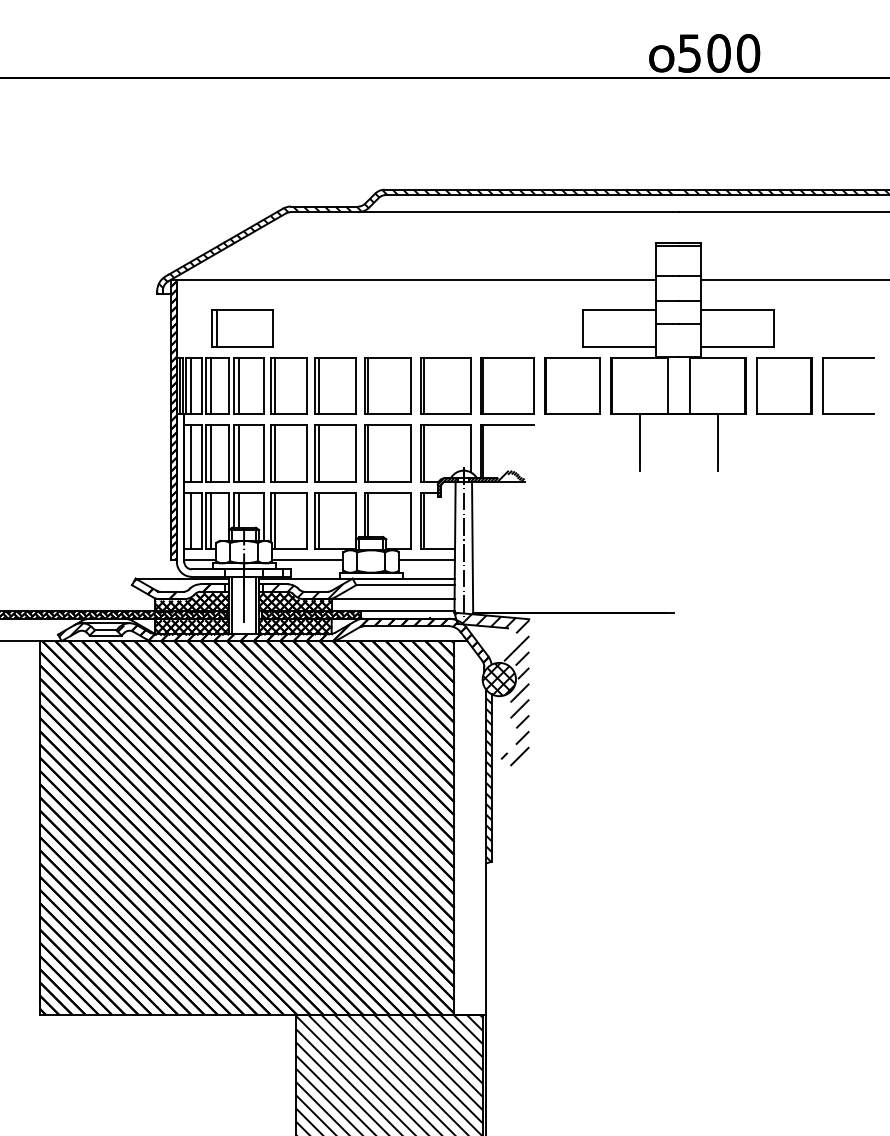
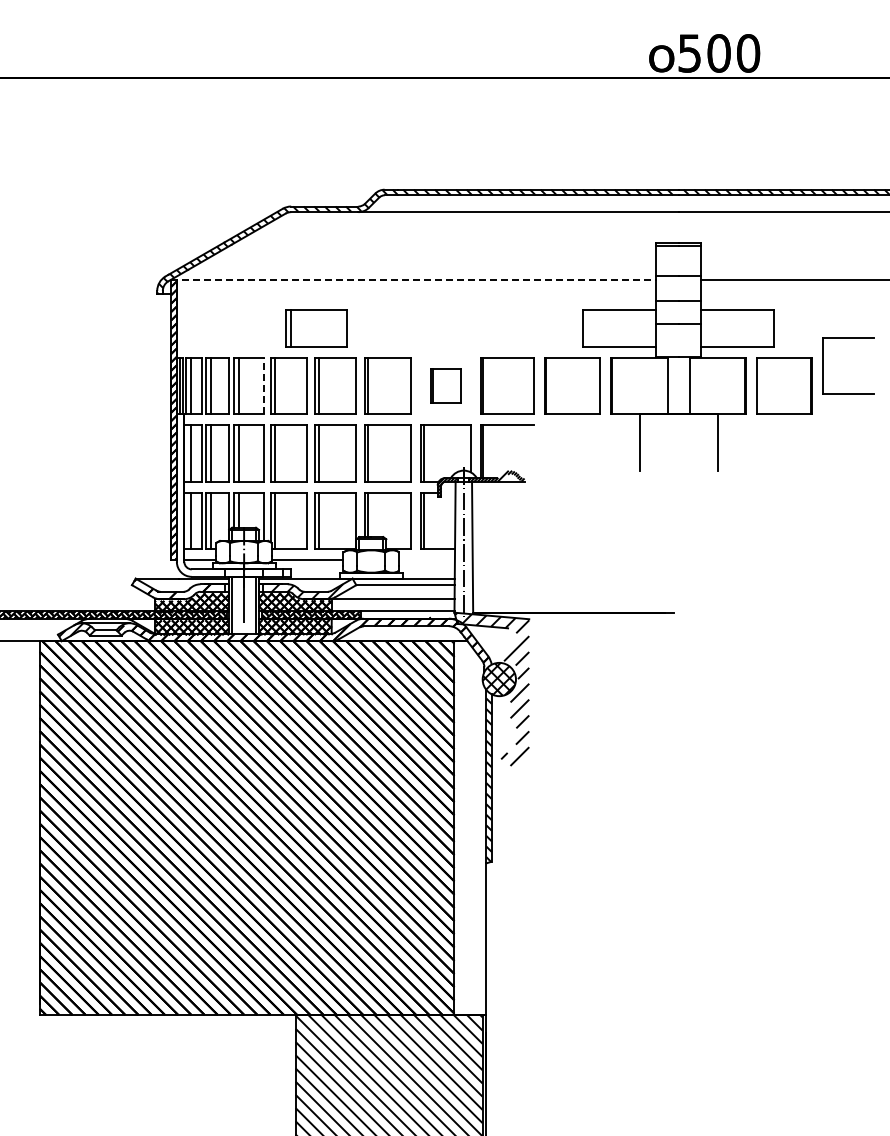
line at (413, 279): solid -> dashed
part at (242, 328) position: (242, 328) -> (316, 328)
line at (264, 385): solid -> dashed
part at (445, 385) size: 52x58 px -> 32x36 px
part at (823, 385) position: (823, 385) -> (823, 365)
line at (426, 560): present -> none
